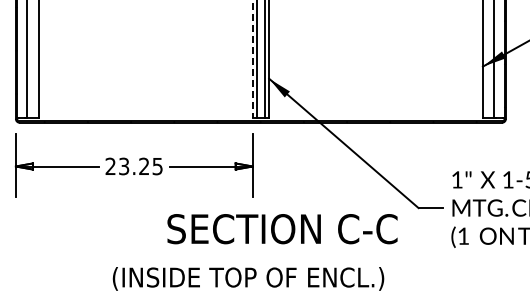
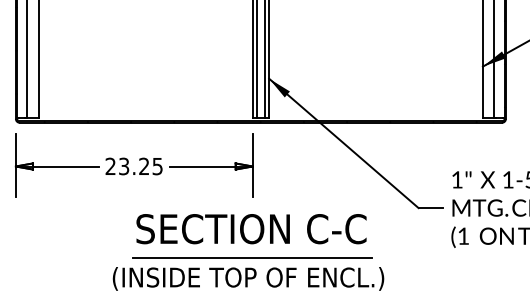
line at (252, 59): dashed -> solid
text at (282, 229) position: (282, 229) -> (251, 229)
line at (251, 258): none -> present
